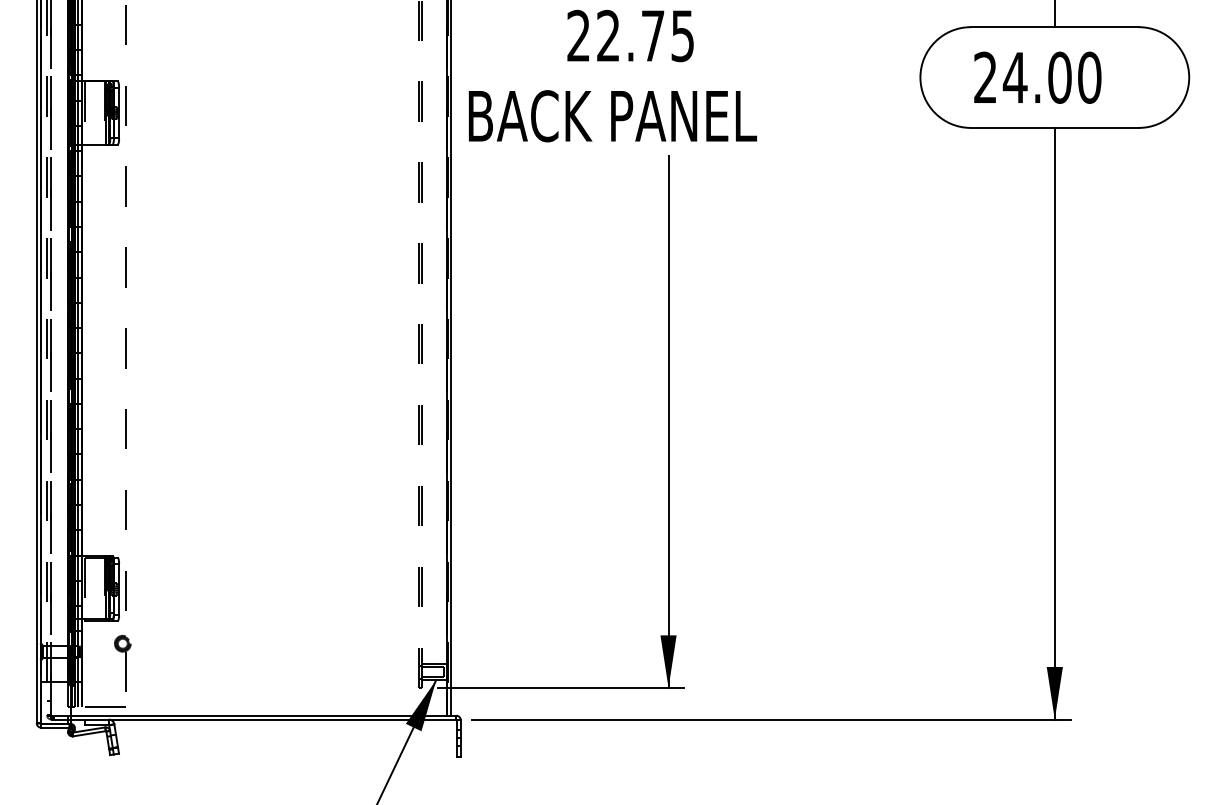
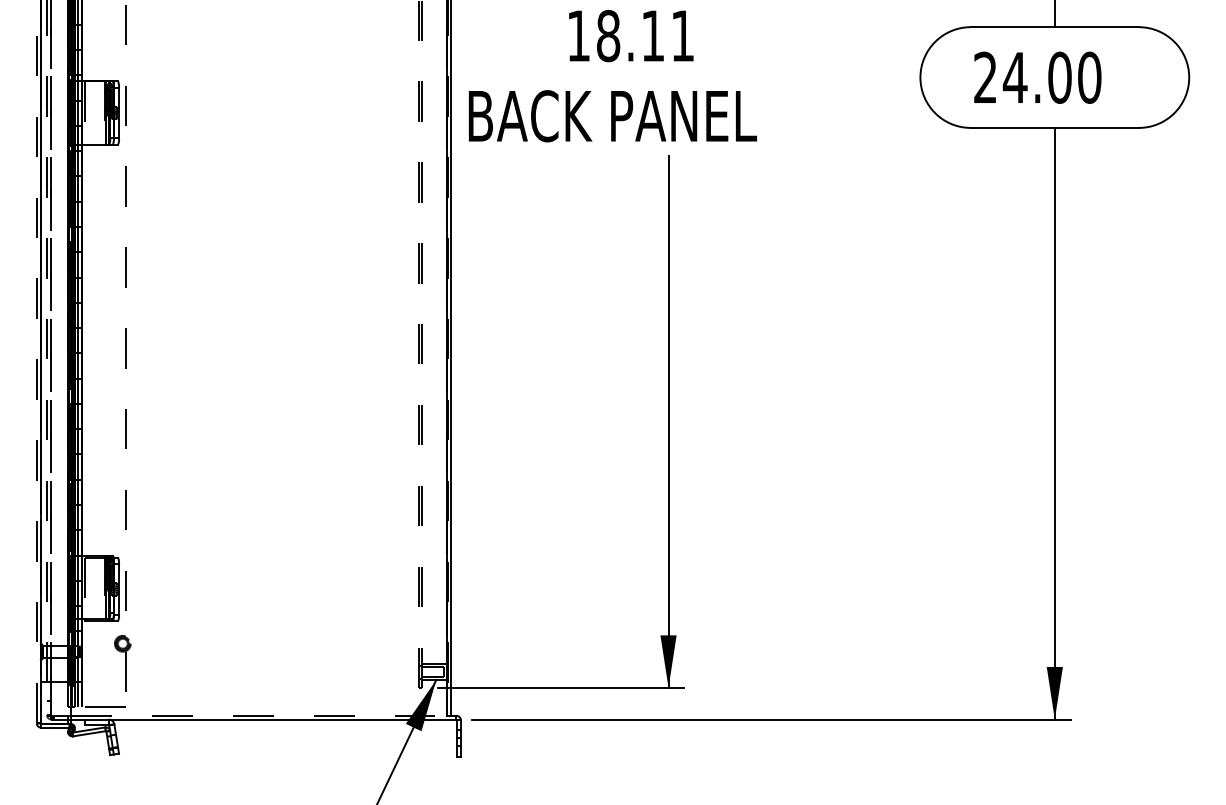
text at (630, 35): 22.75 -> 18.11
line at (36, 361): solid -> dashed
line at (259, 715): solid -> dashed
